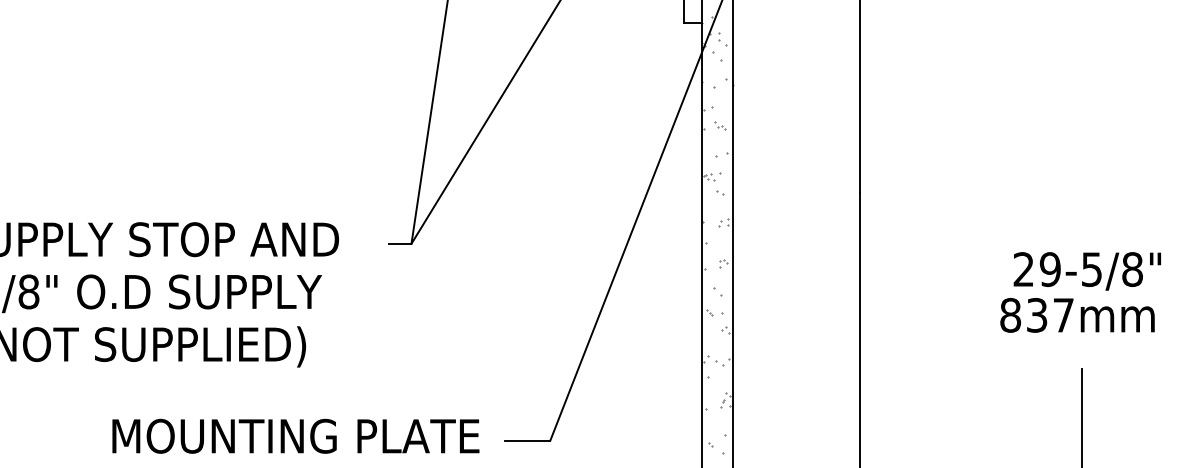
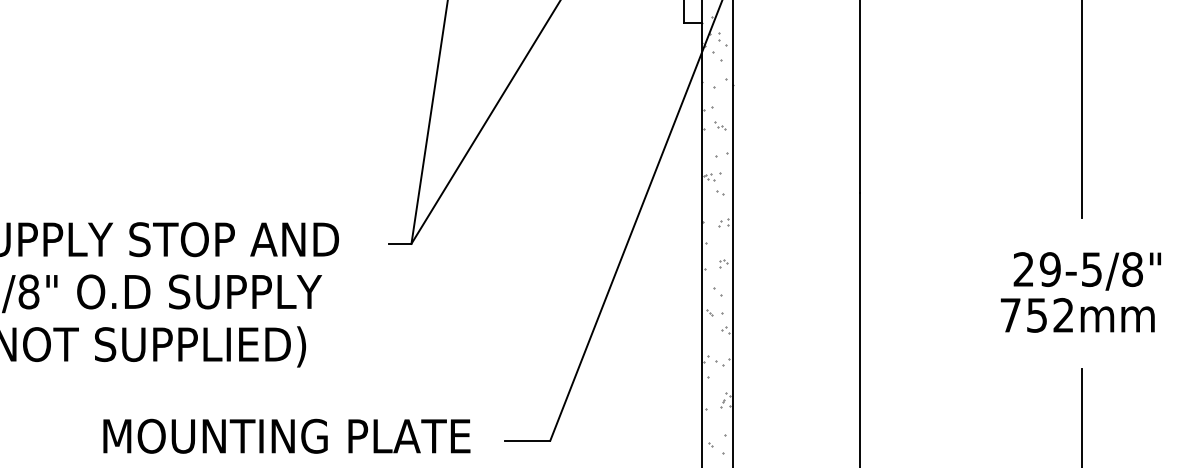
line at (1082, 110): none -> present
text at (1036, 314): 837mm -> 752mm
text at (295, 435) position: (295, 435) -> (286, 435)
